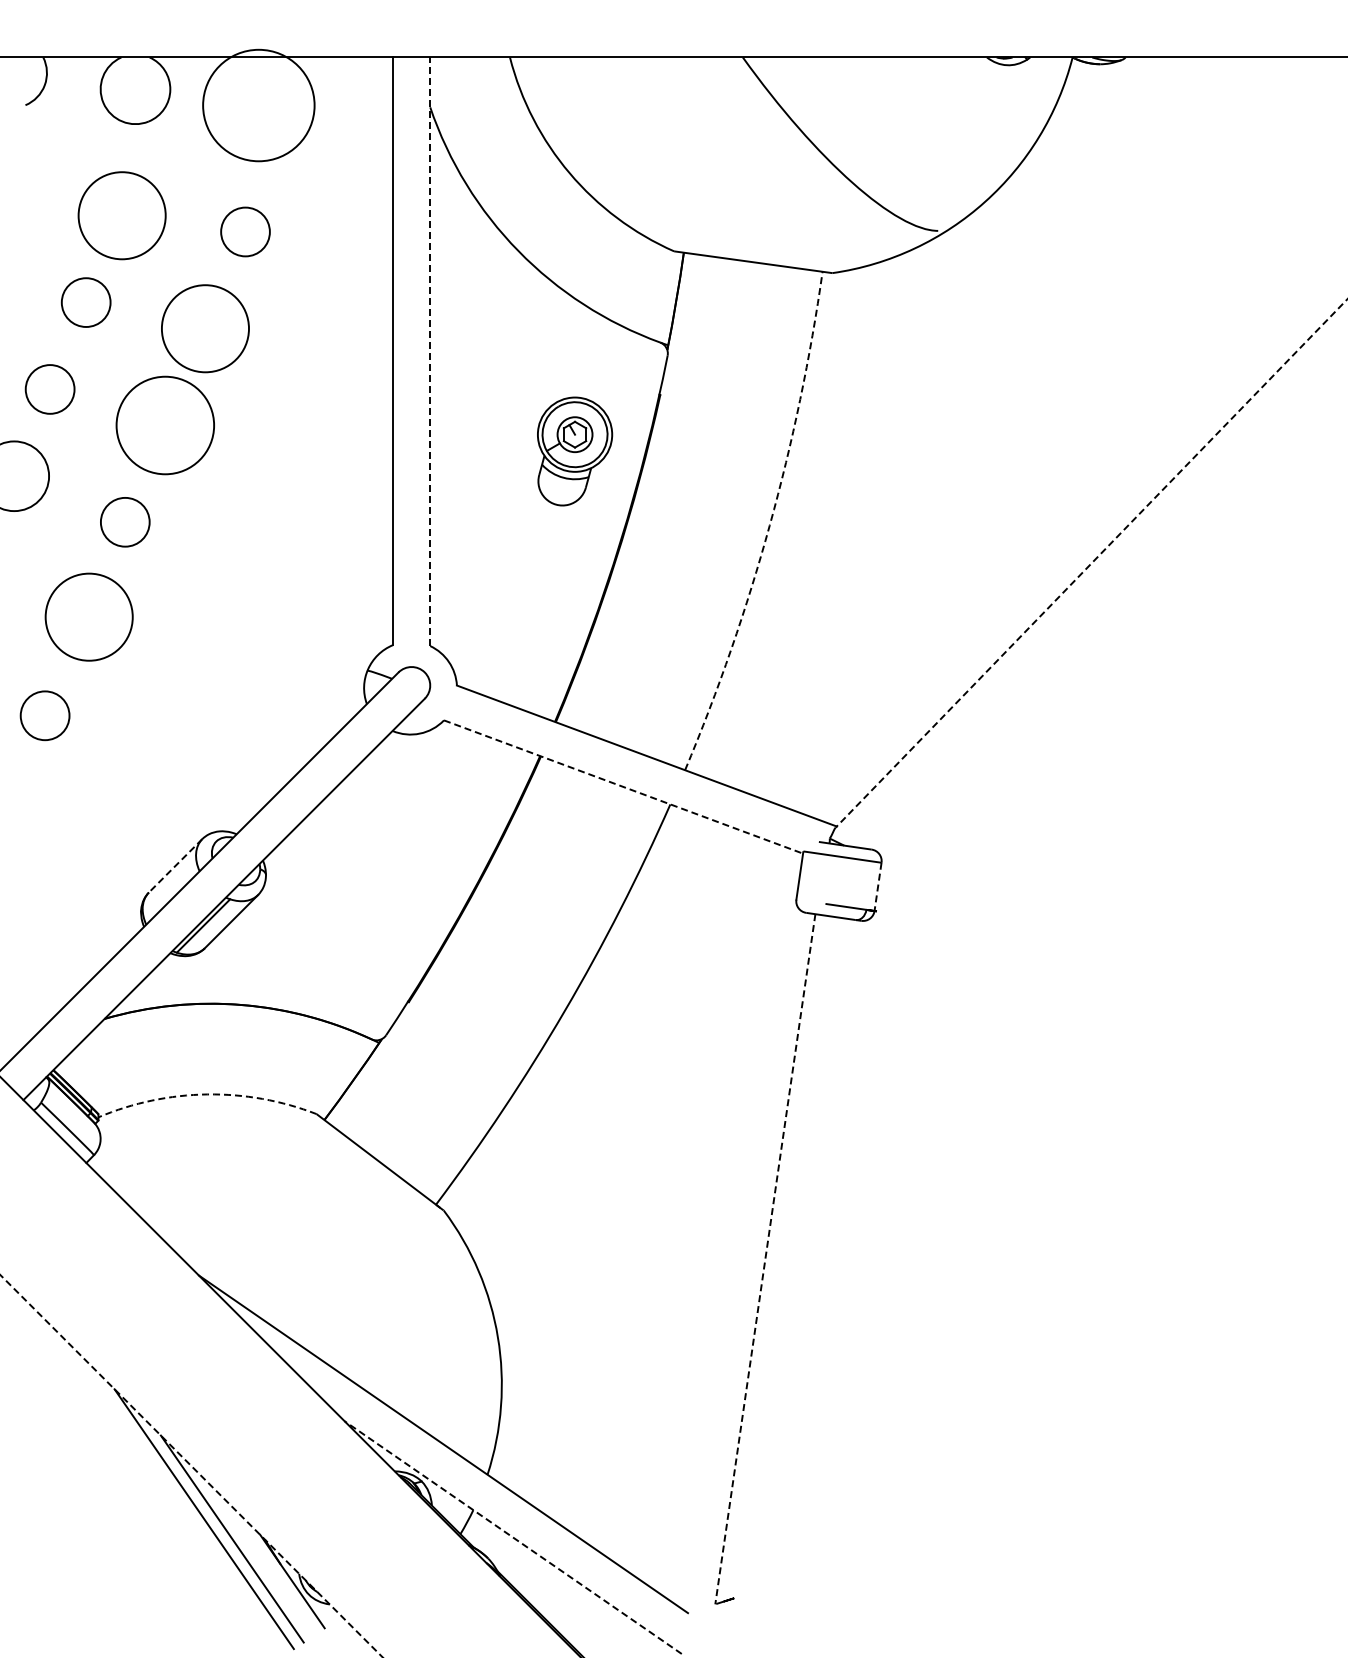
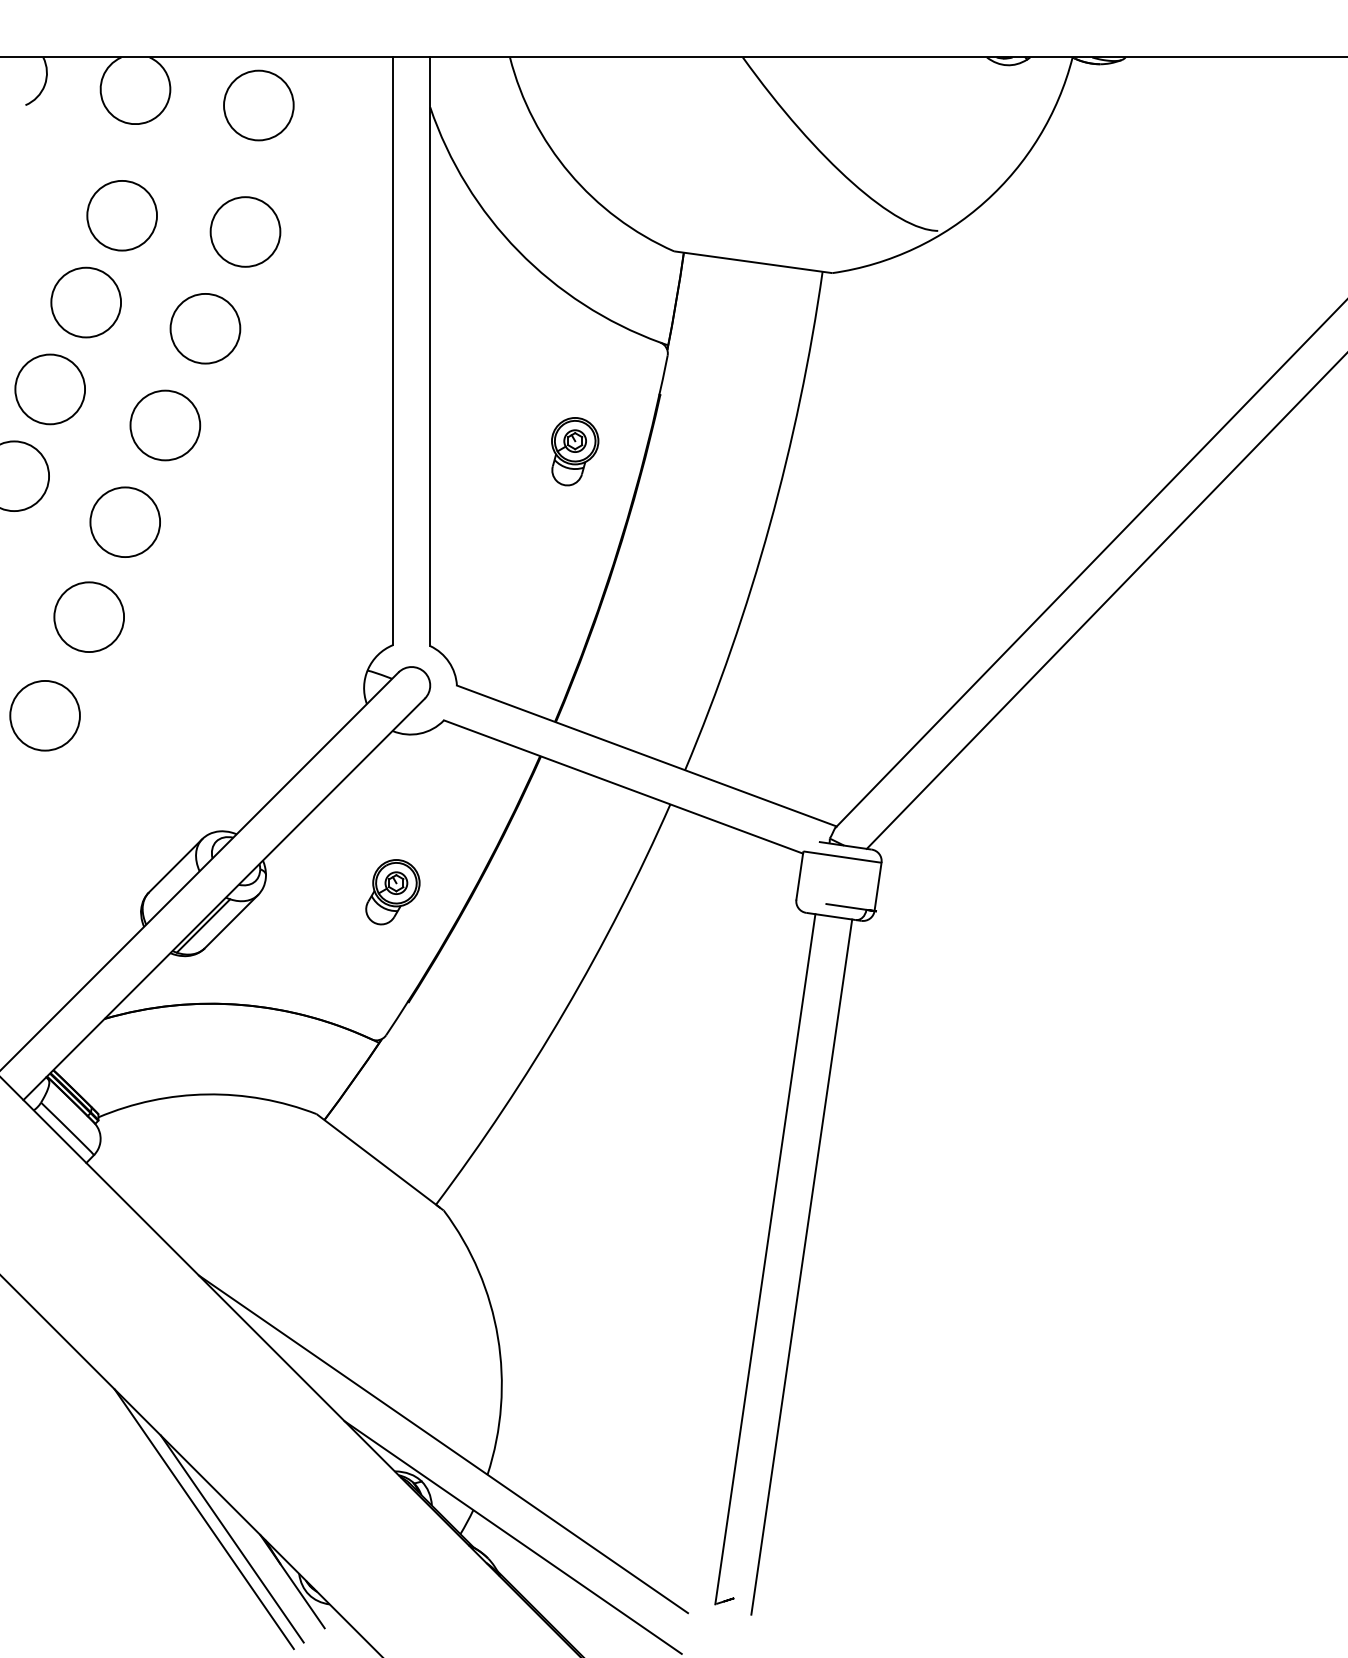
circle at (258, 105) diameter: 111 px -> 70 px
circle at (121, 215) diameter: 87 px -> 70 px
circle at (245, 231) diameter: 49 px -> 70 px
circle at (85, 302) diameter: 49 px -> 70 px
circle at (205, 328) diameter: 87 px -> 70 px
line at (430, 351): dashed -> solid
circle at (49, 389) size: 52x51 px -> 72x73 px
circle at (165, 425) diameter: 98 px -> 70 px
part at (575, 451) size: 77x111 px -> 49x70 px
circle at (124, 521) diameter: 49 px -> 70 px
arc at (769, 525): dashed -> solid
line at (1091, 563): dashed -> solid
line at (1105, 601): none -> present
circle at (88, 616) diameter: 87 px -> 70 px
circle at (44, 715) diameter: 49 px -> 70 px
line at (624, 787): dashed -> solid
line at (175, 865): dashed -> solid
line at (877, 887): dashed -> solid
part at (392, 892): none -> present
arc at (207, 1094): dashed -> solid
line at (765, 1259): dashed -> solid
line at (801, 1266): none -> present
line at (191, 1466): dashed -> solid
line at (513, 1537): dashed -> solid
